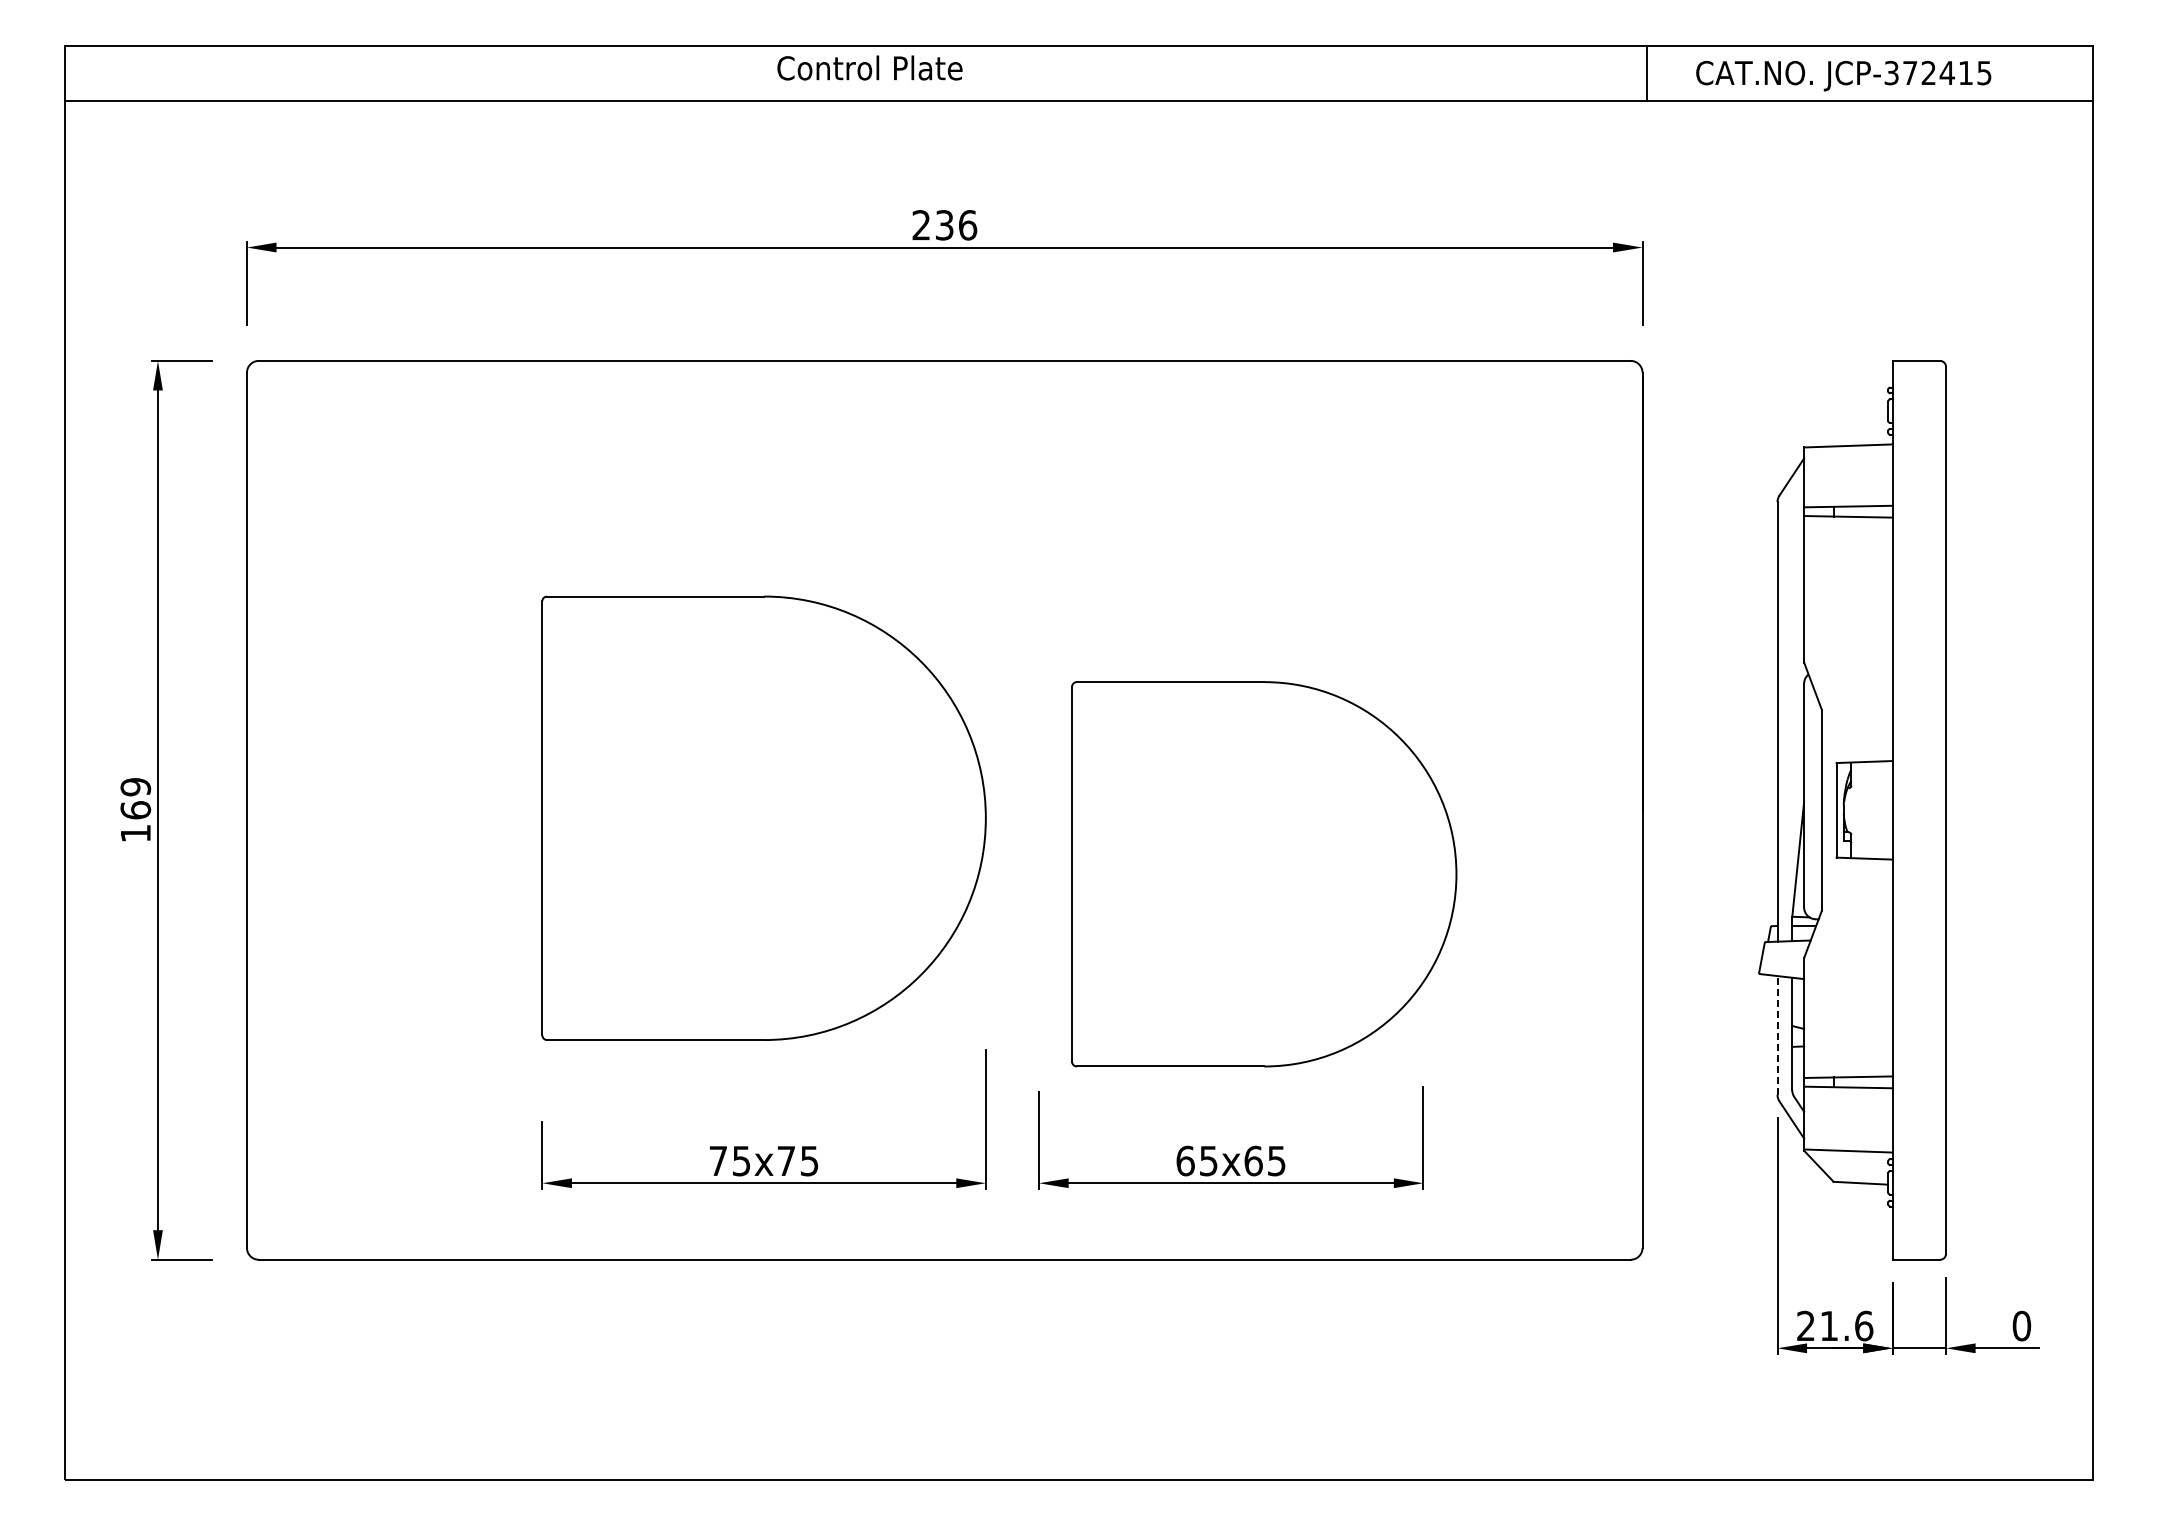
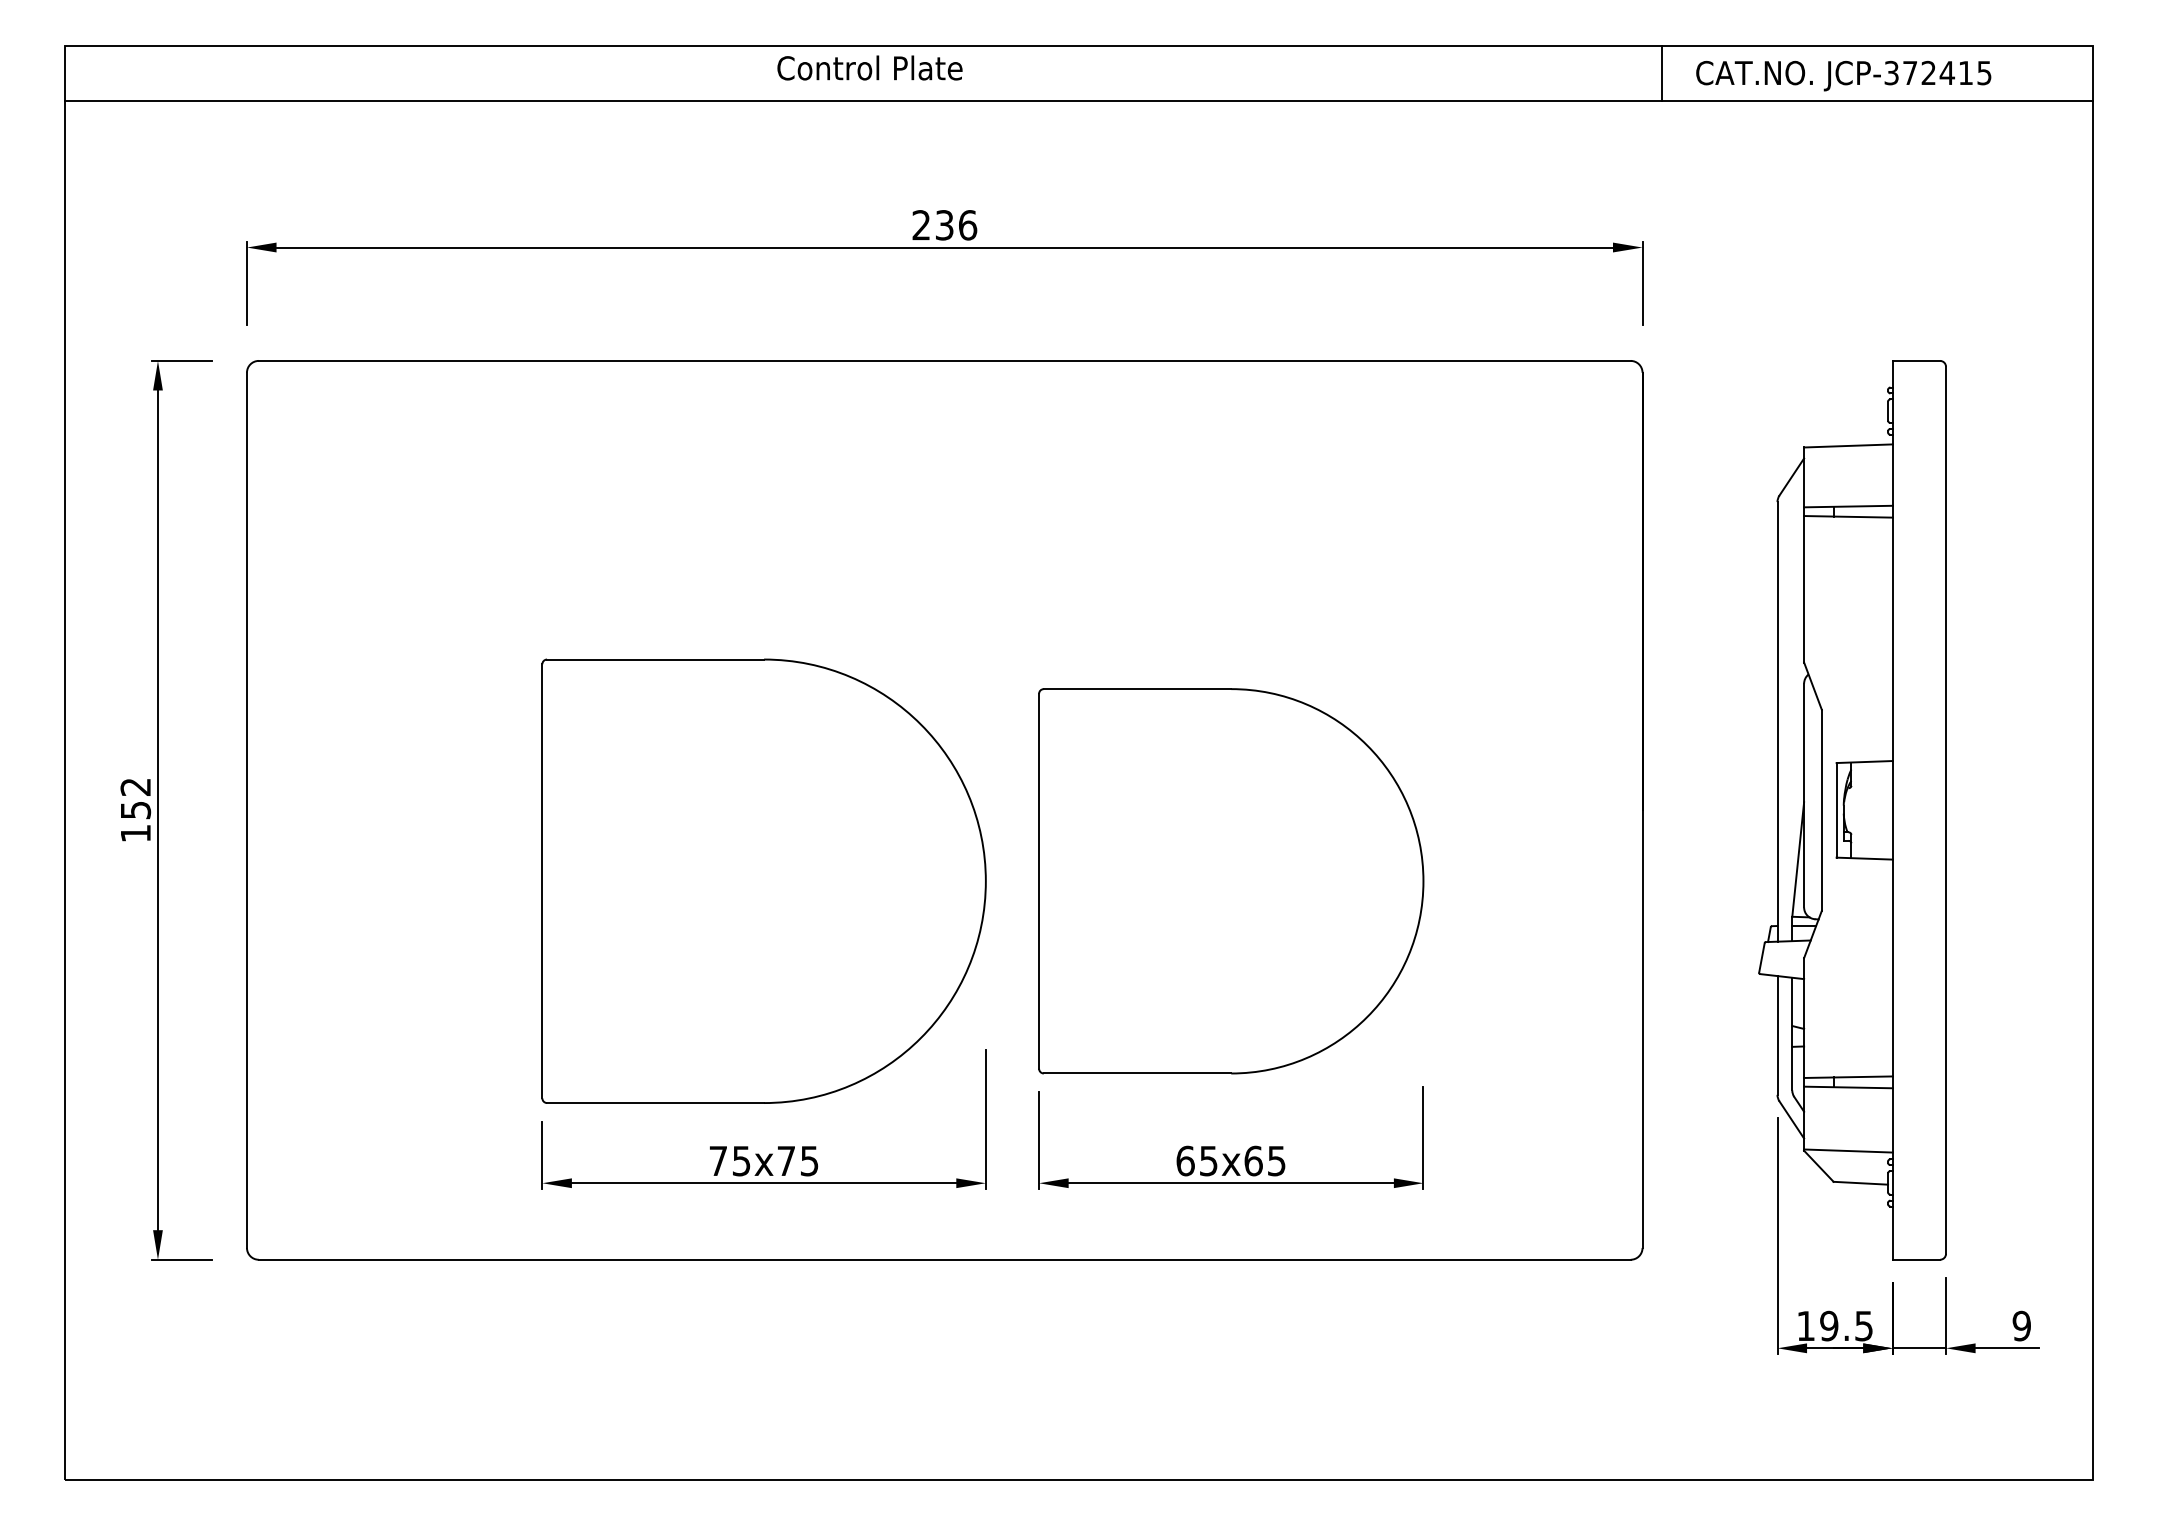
line at (1647, 73) position: (1647, 73) -> (1662, 73)
text at (135, 798): 169 -> 152
part at (763, 817) position: (763, 817) -> (763, 880)
part at (1264, 874) position: (1264, 874) -> (1231, 881)
line at (1777, 1034): dashed -> solid
text at (1835, 1325): 21.6 -> 19.5
text at (2021, 1326): 0 -> 9
